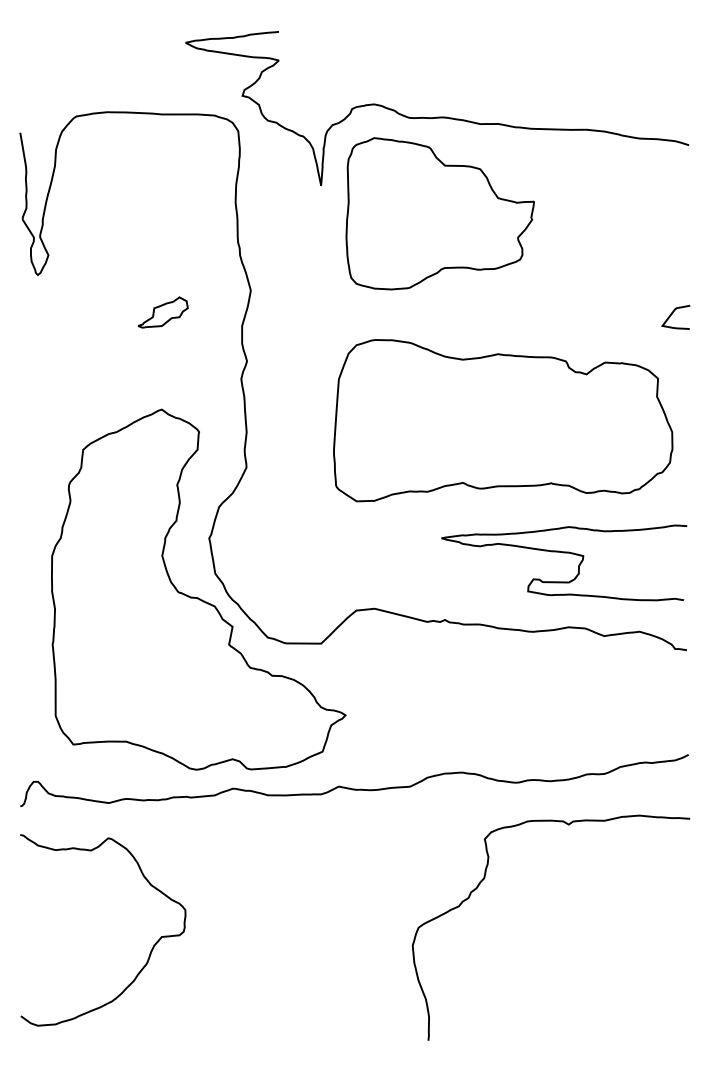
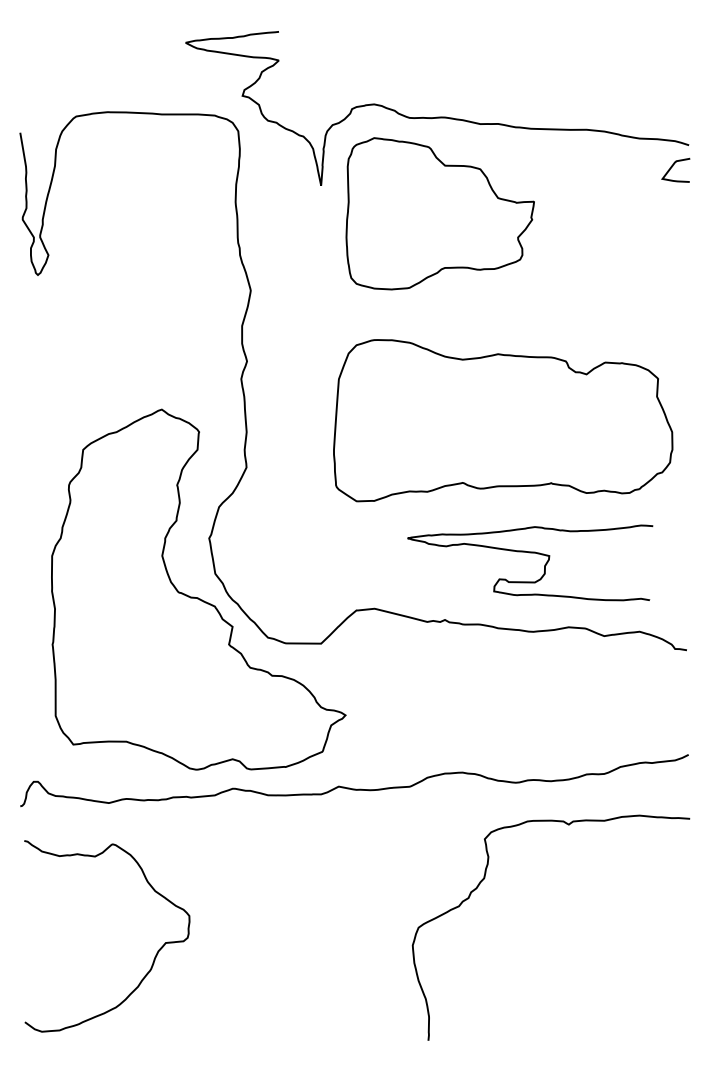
part at (162, 312): present -> none
curve at (673, 313) position: (673, 313) -> (673, 166)
curve at (564, 553) position: (564, 553) -> (530, 553)
curve at (150, 950) position: (150, 950) -> (154, 956)
